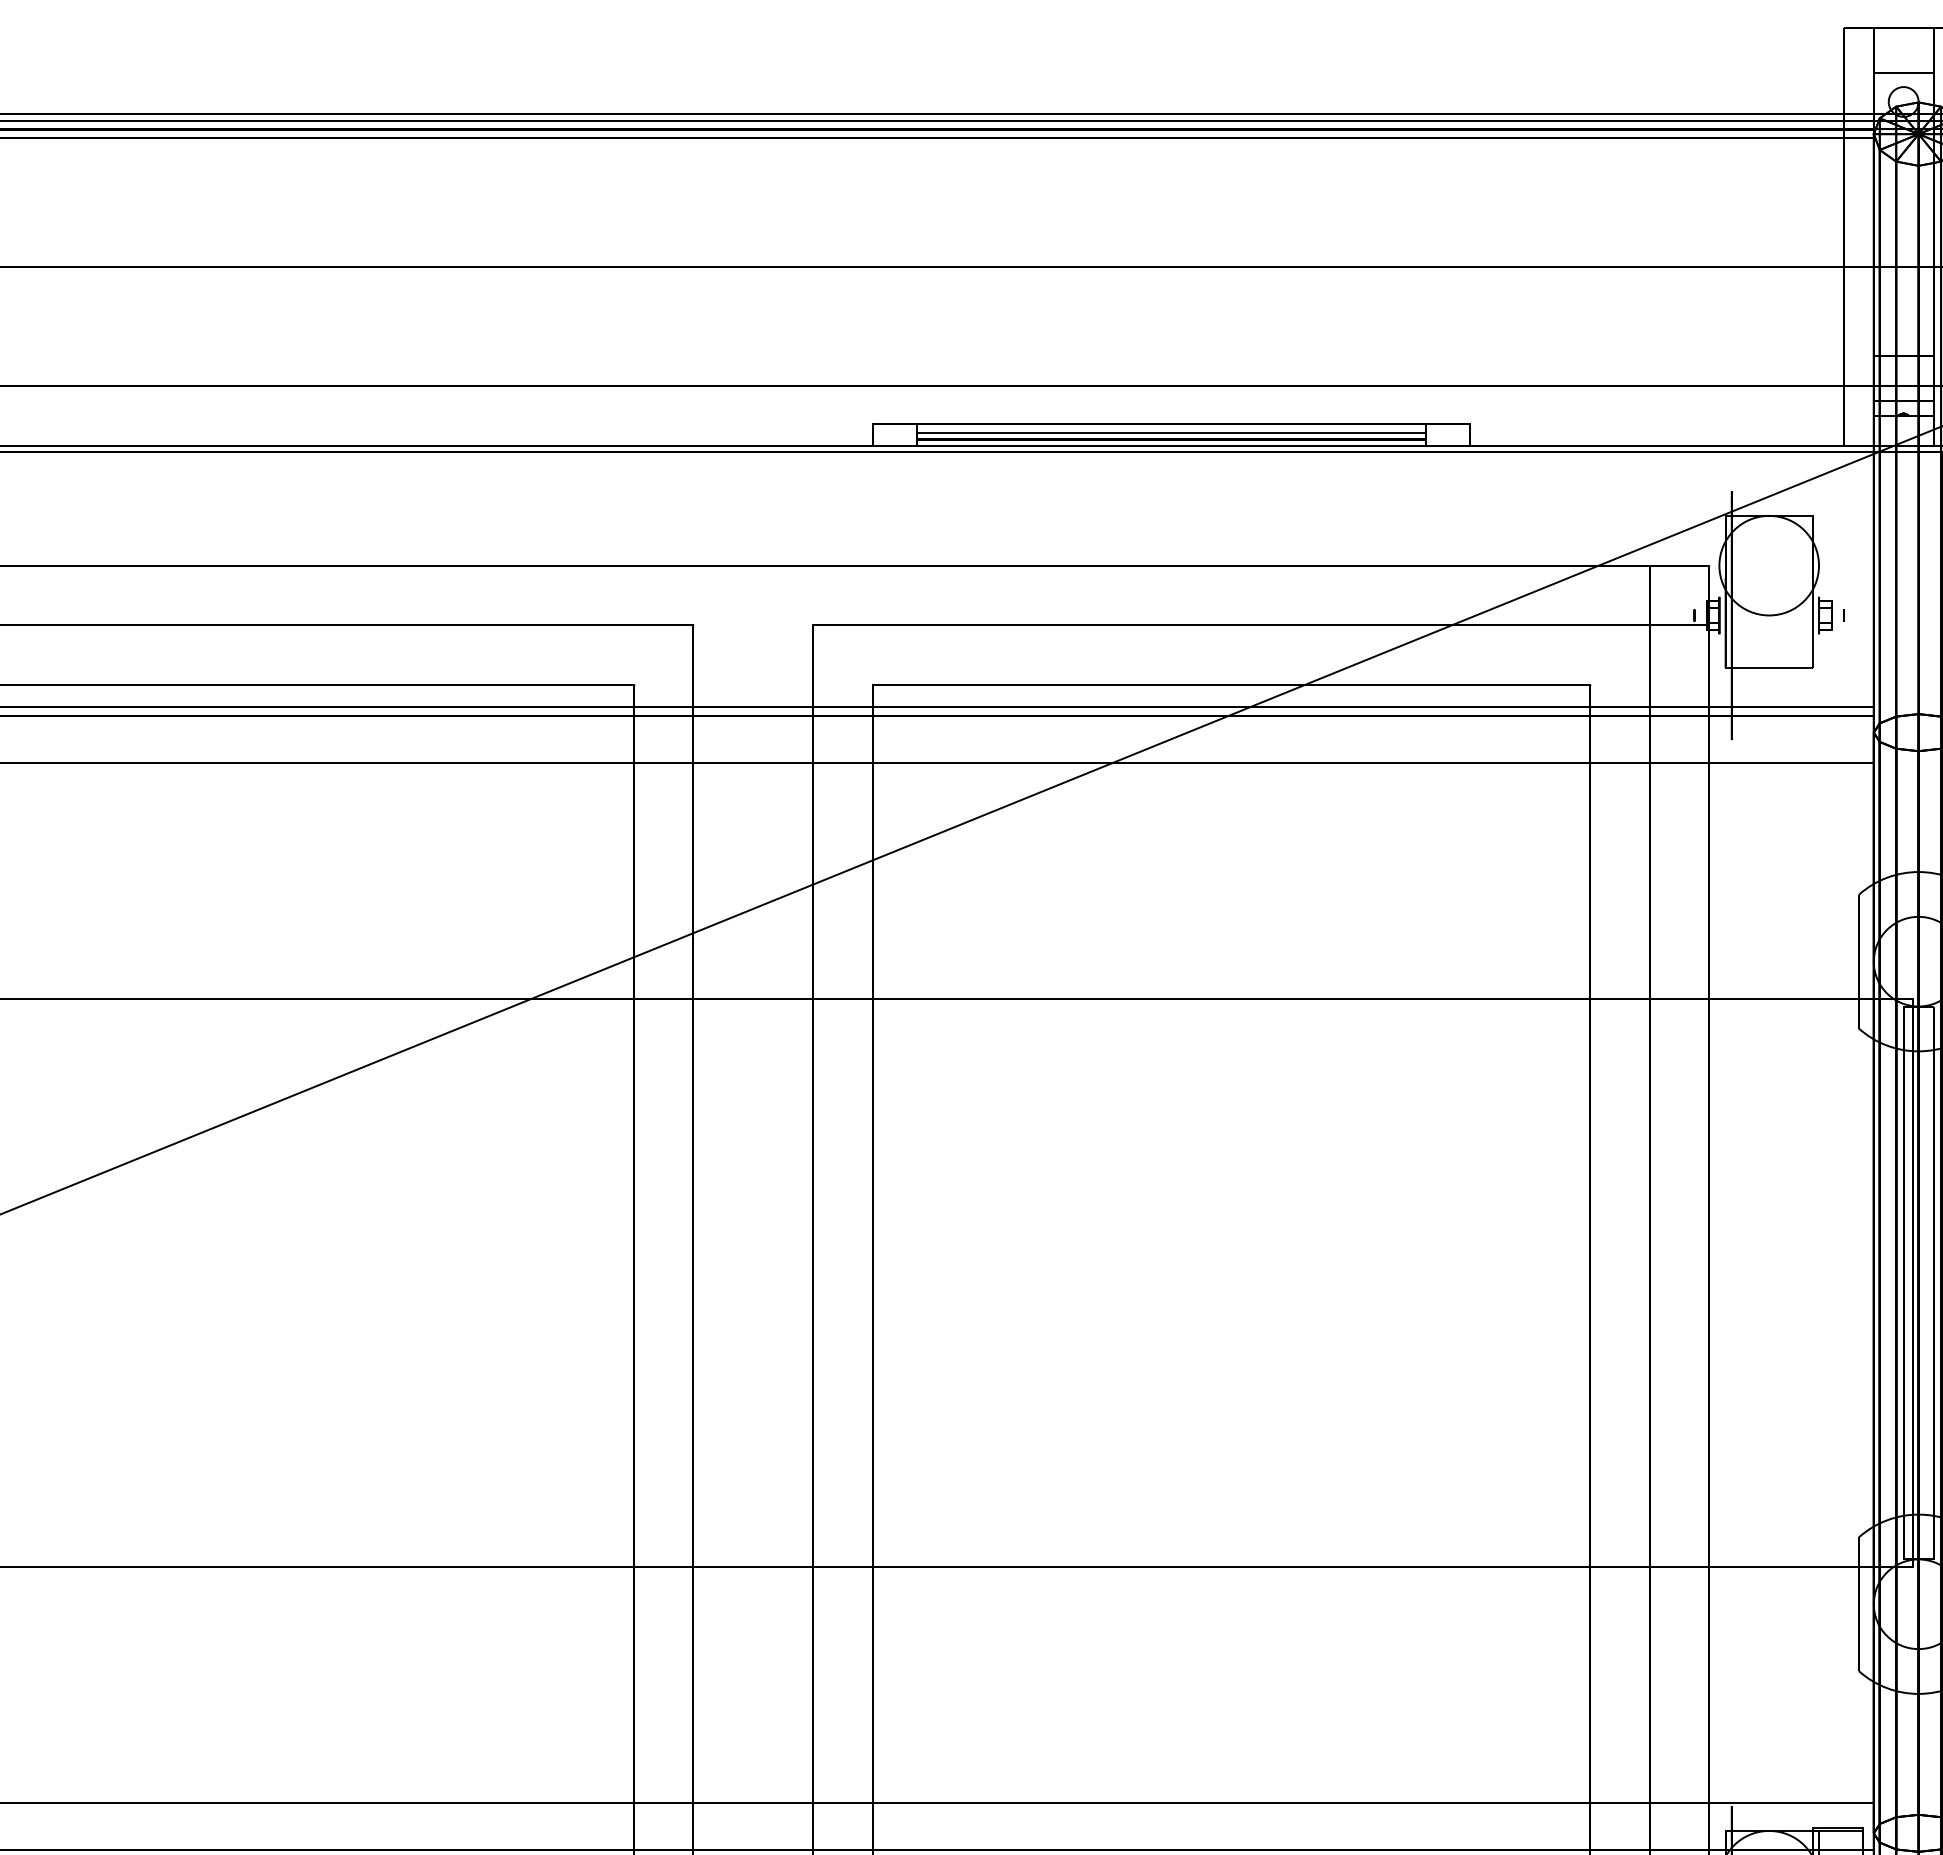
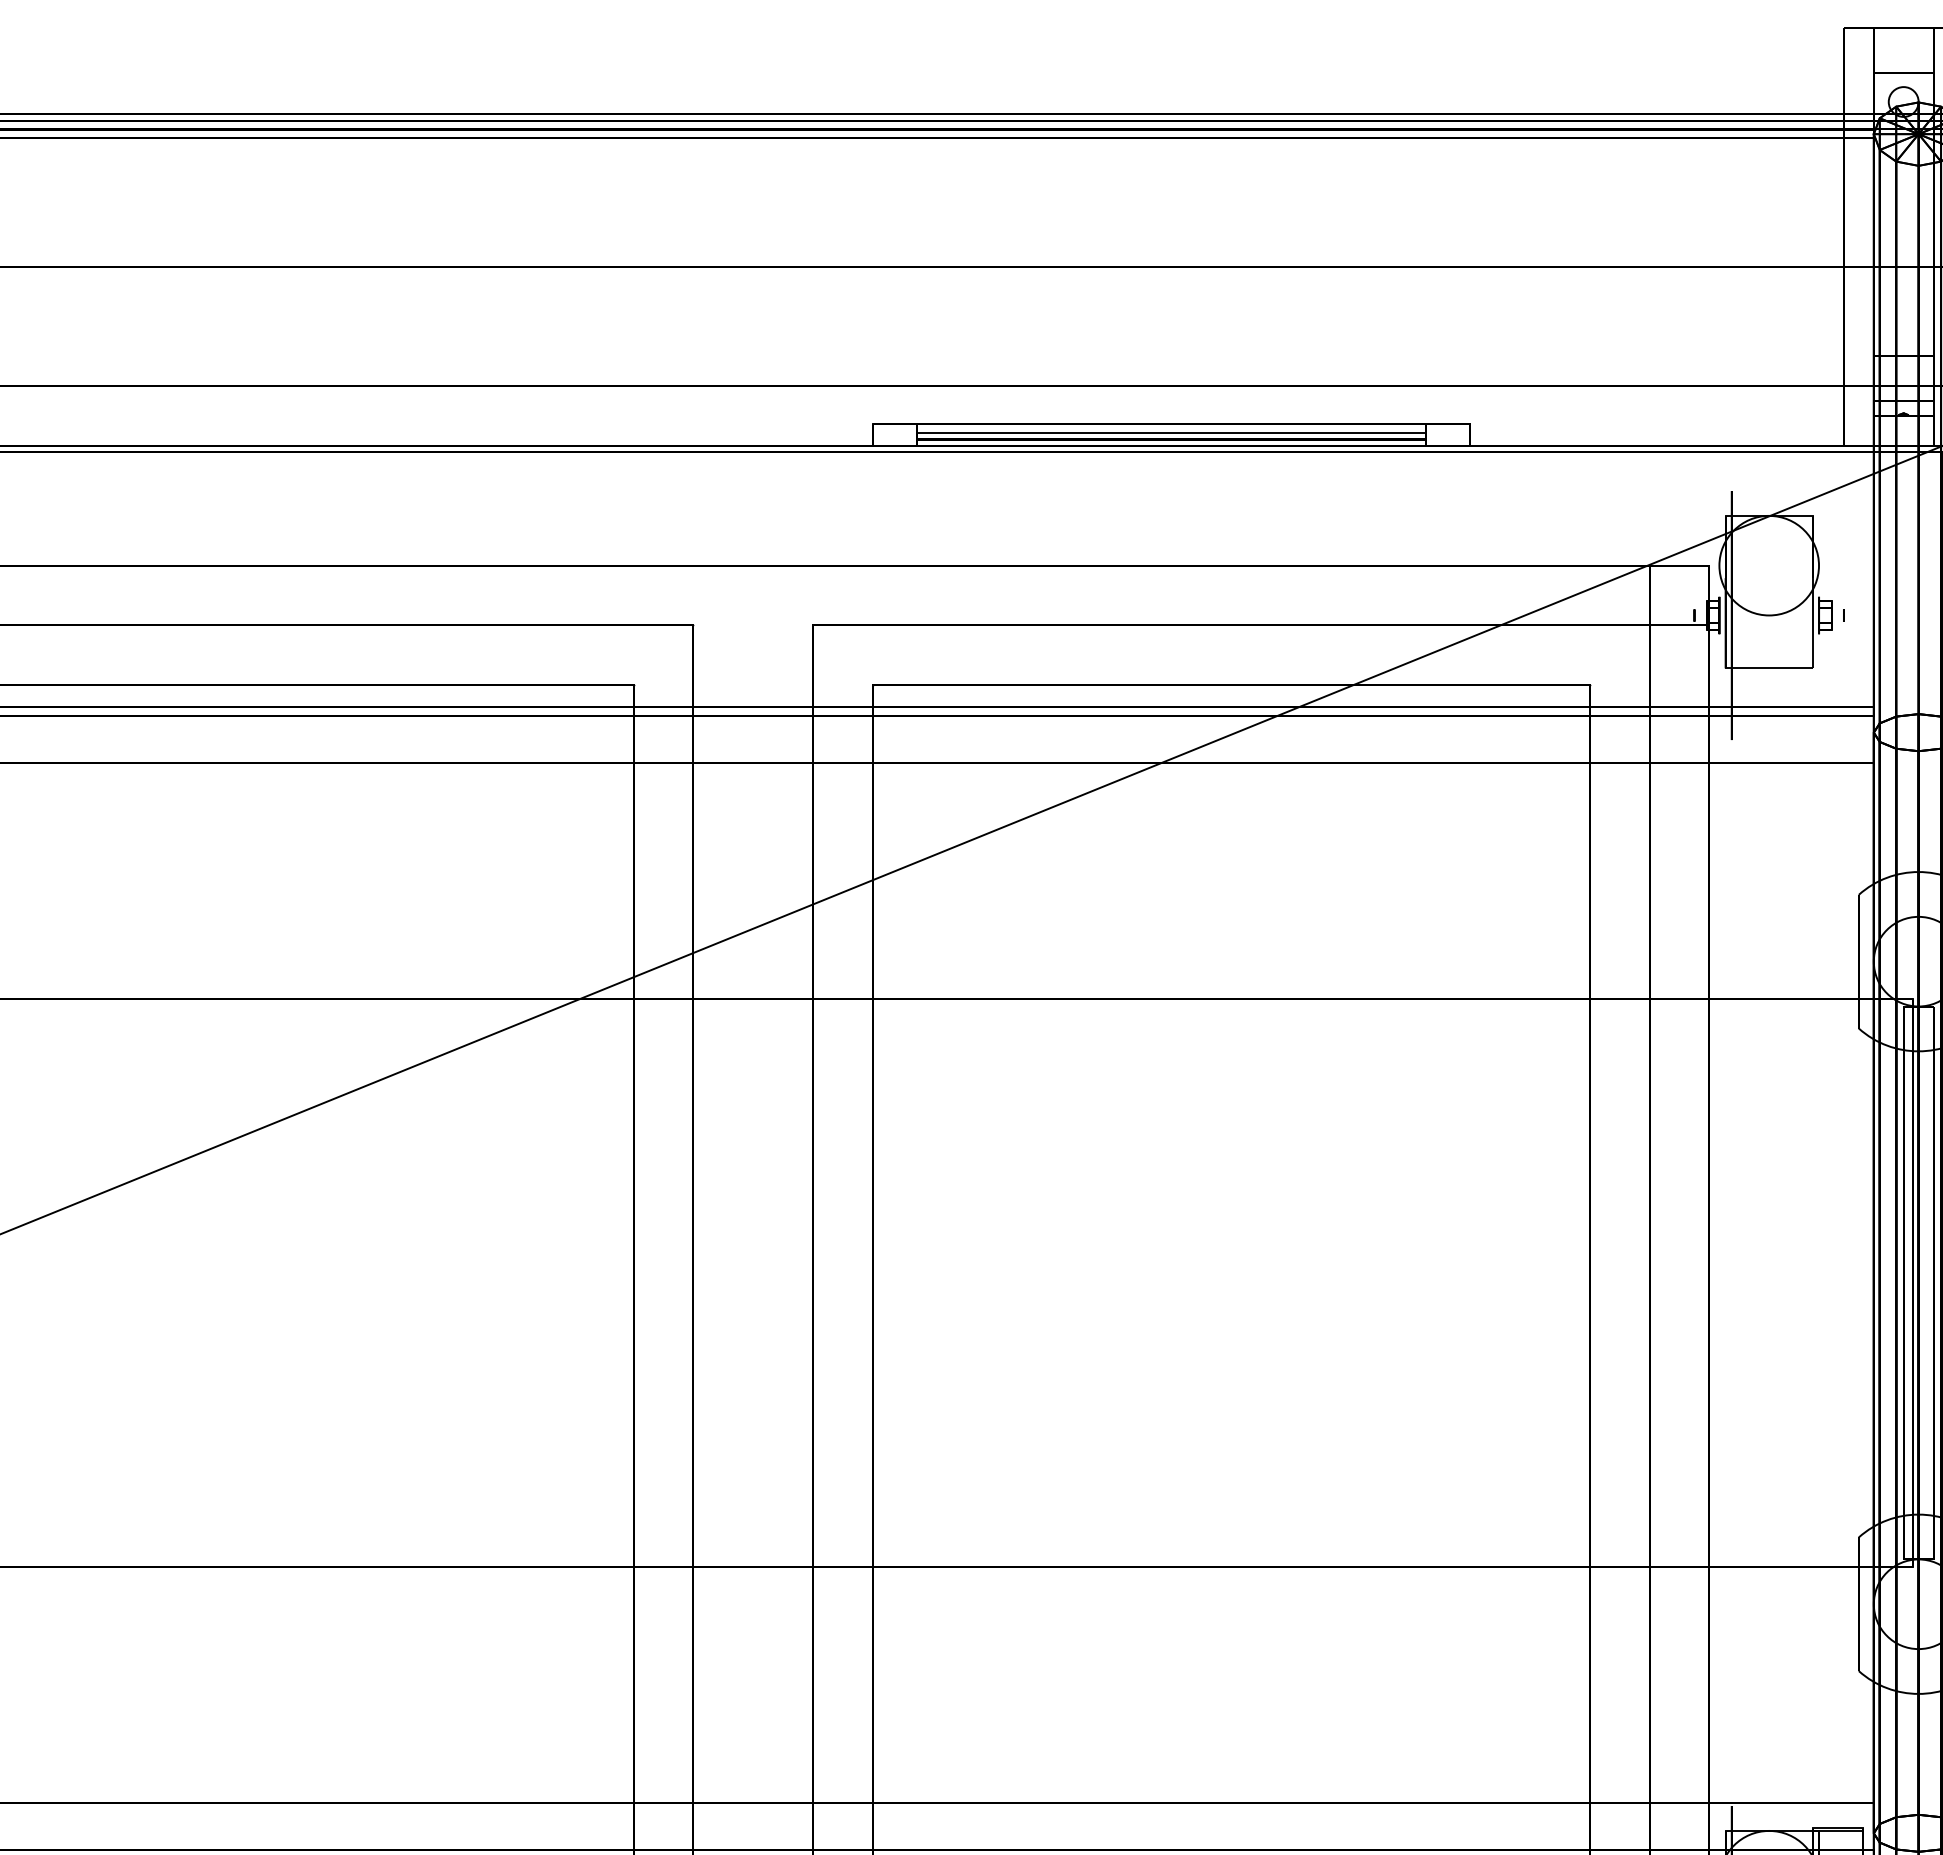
line at (970, 820) position: (970, 820) -> (970, 840)
